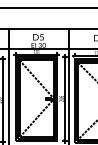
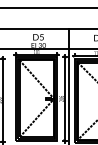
line at (8, 84): present -> none
